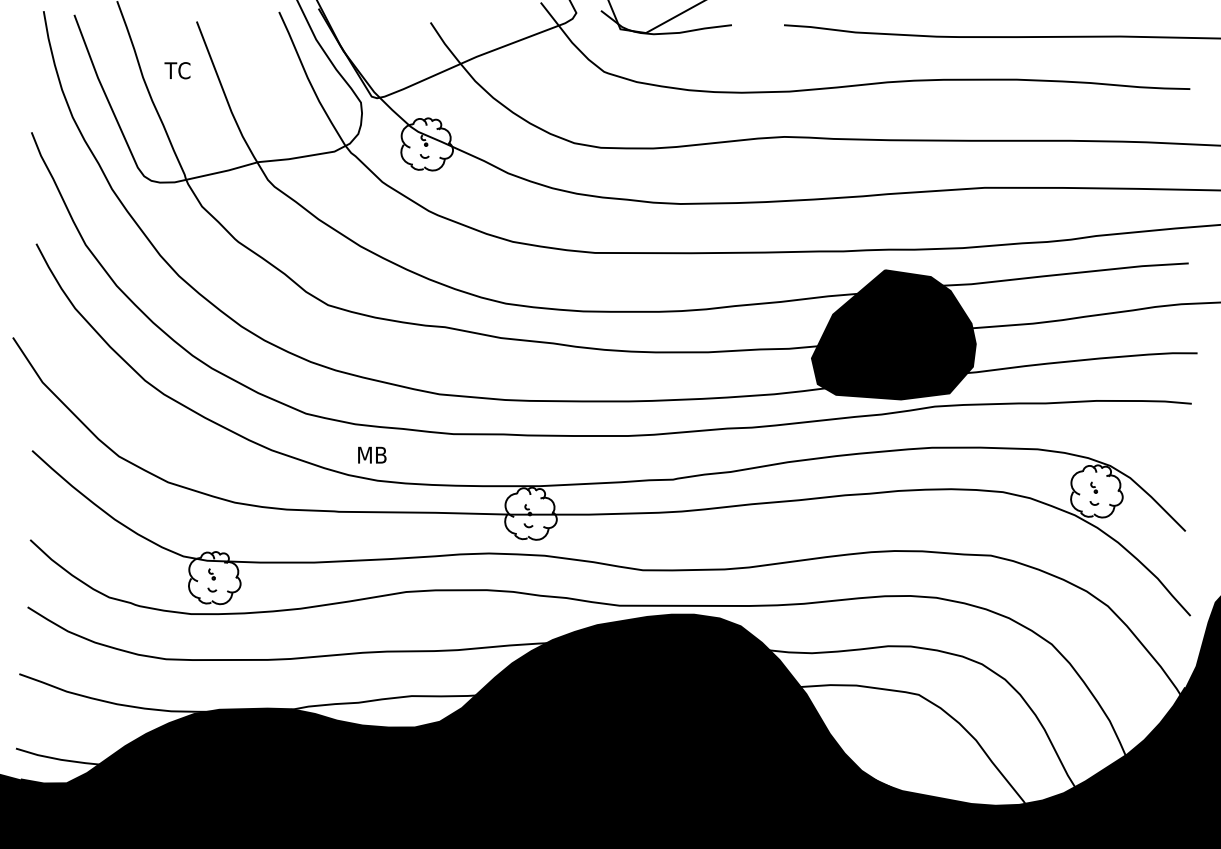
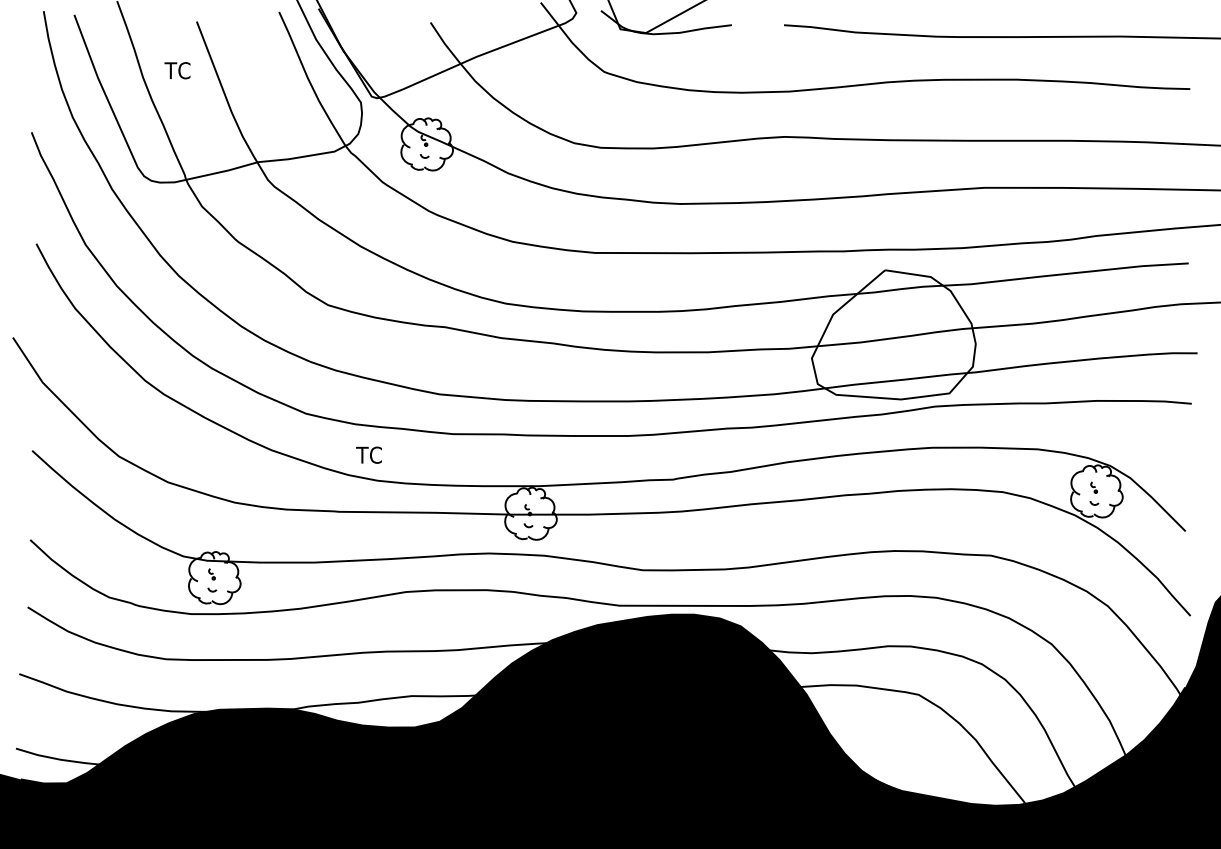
fill at (893, 334): present -> none
text at (371, 454): MB -> TC
